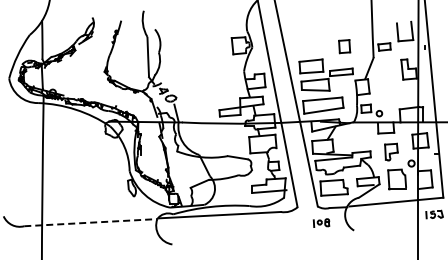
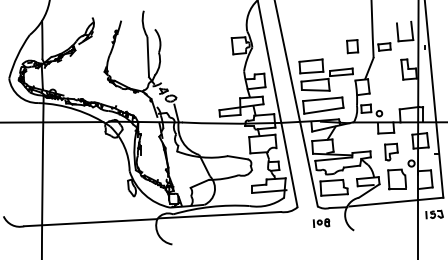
part at (344, 46) position: (344, 46) -> (352, 46)
line at (52, 122): none -> present
line at (90, 222): dashed -> solid
